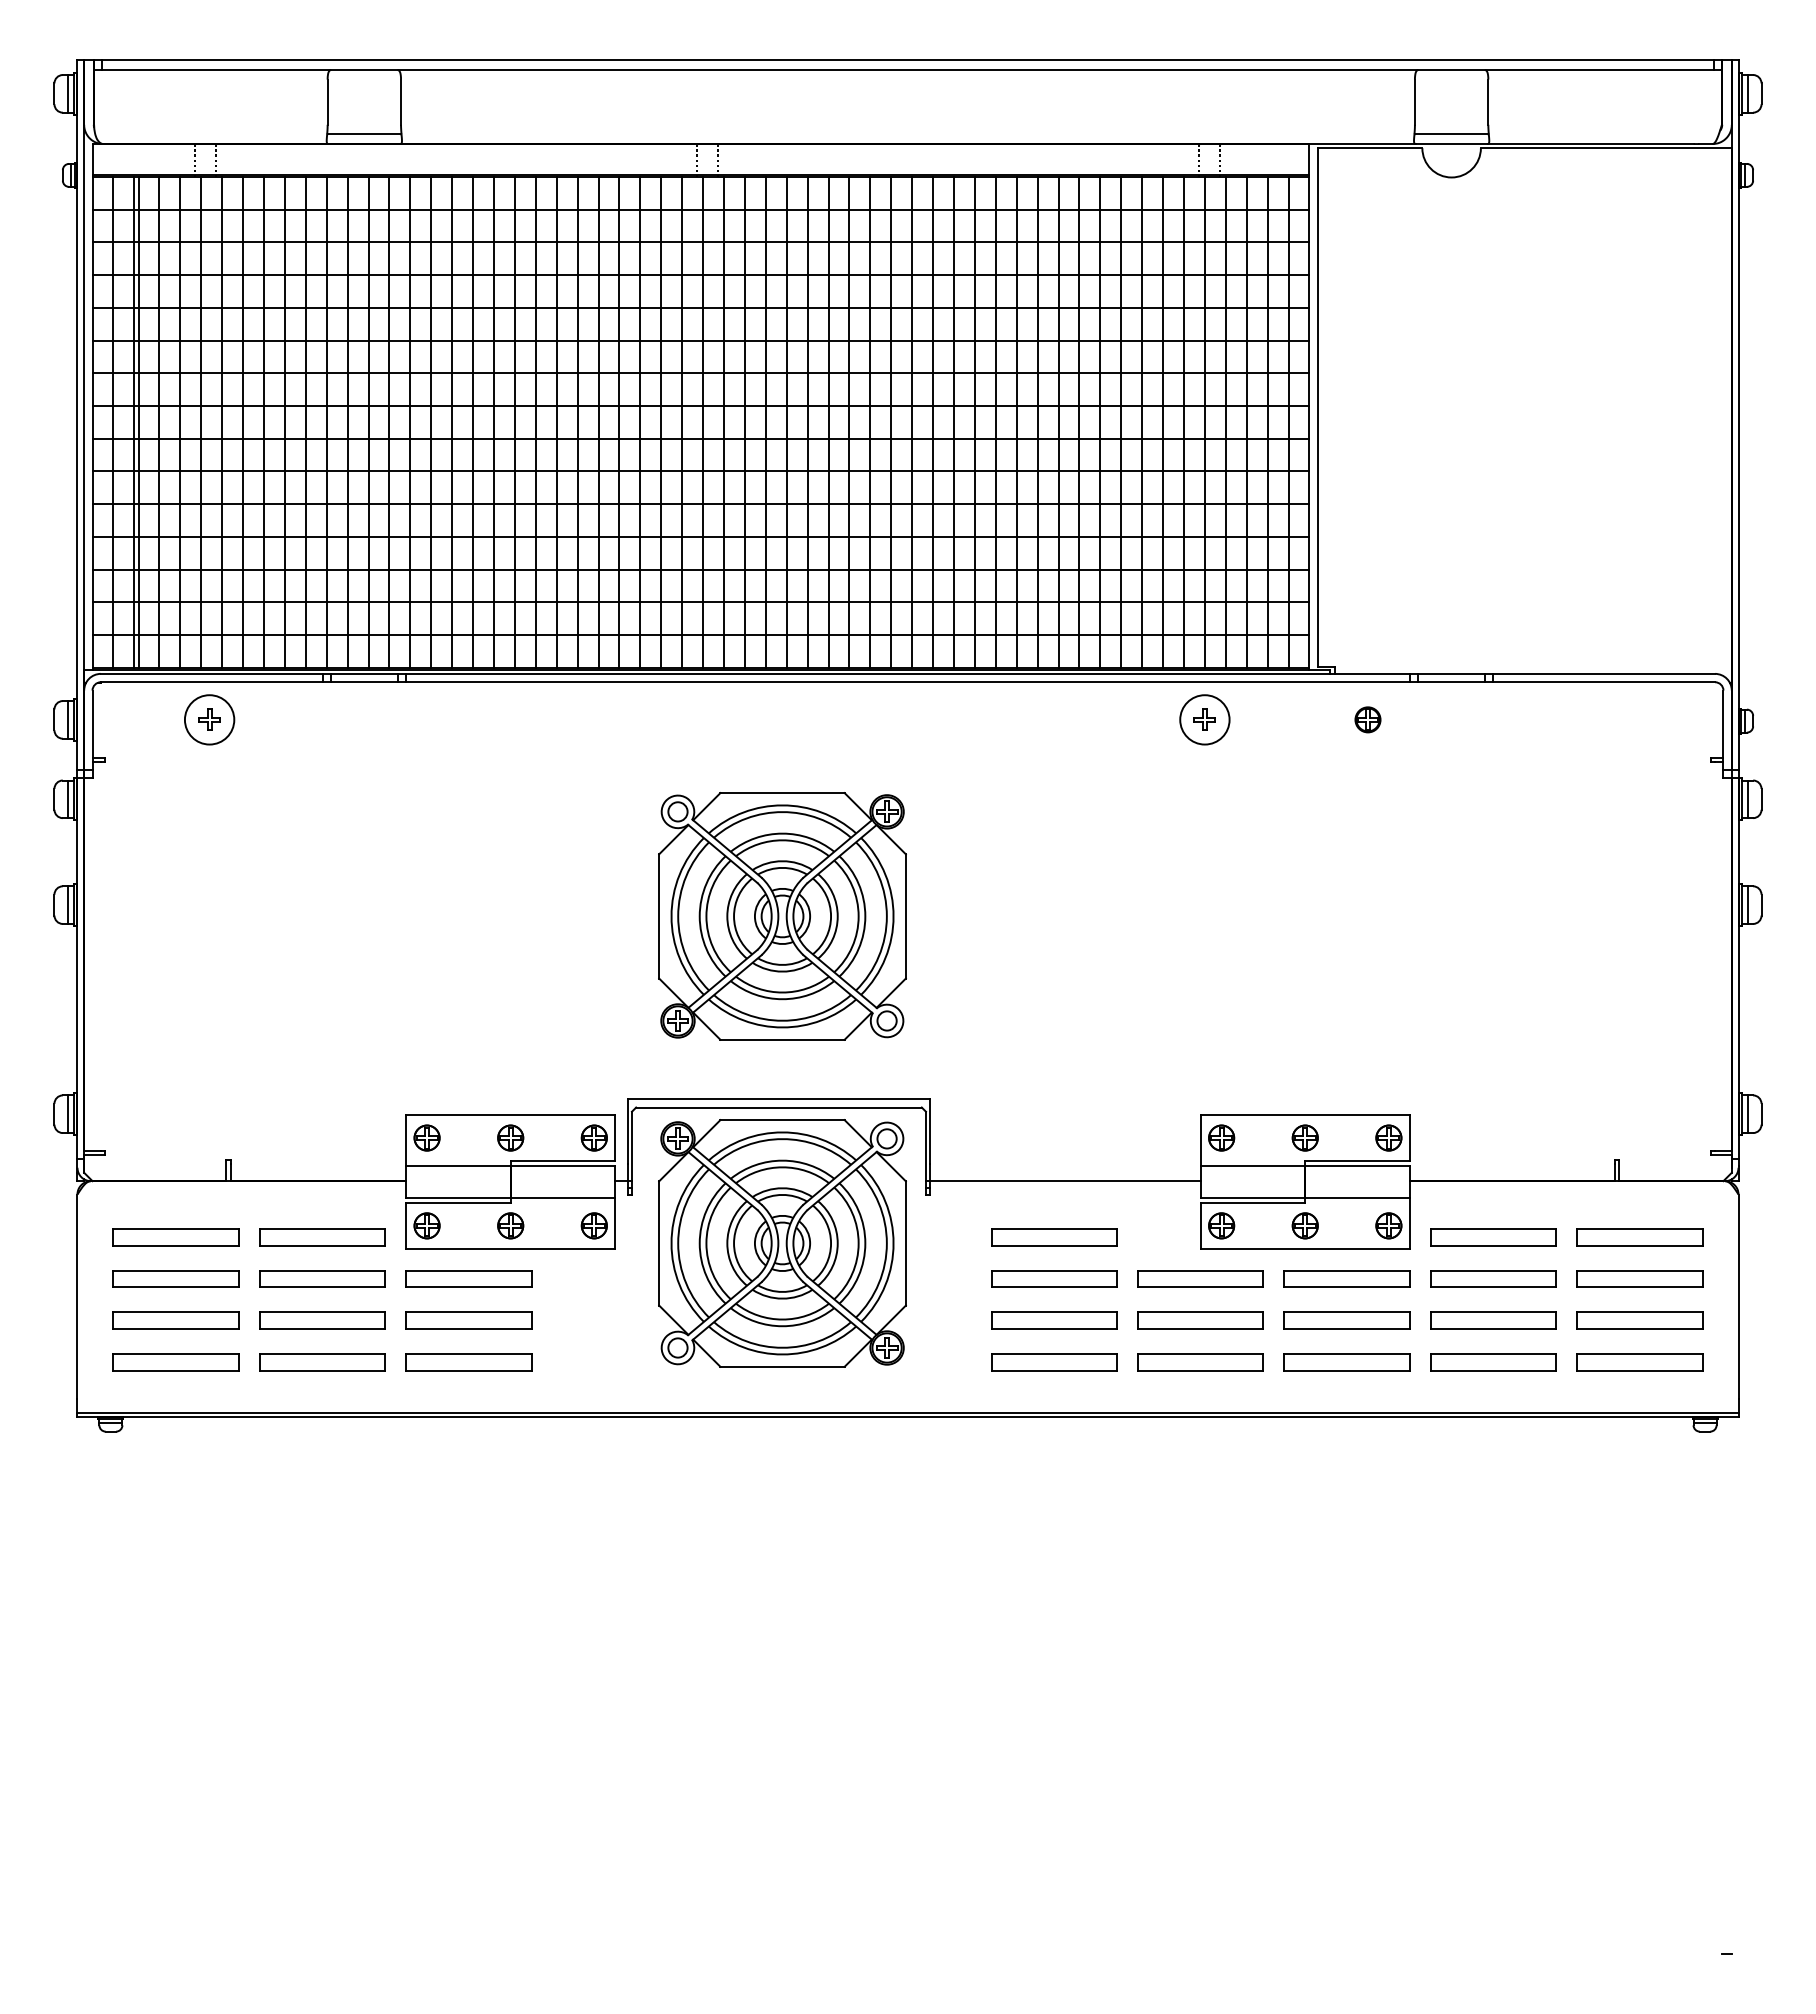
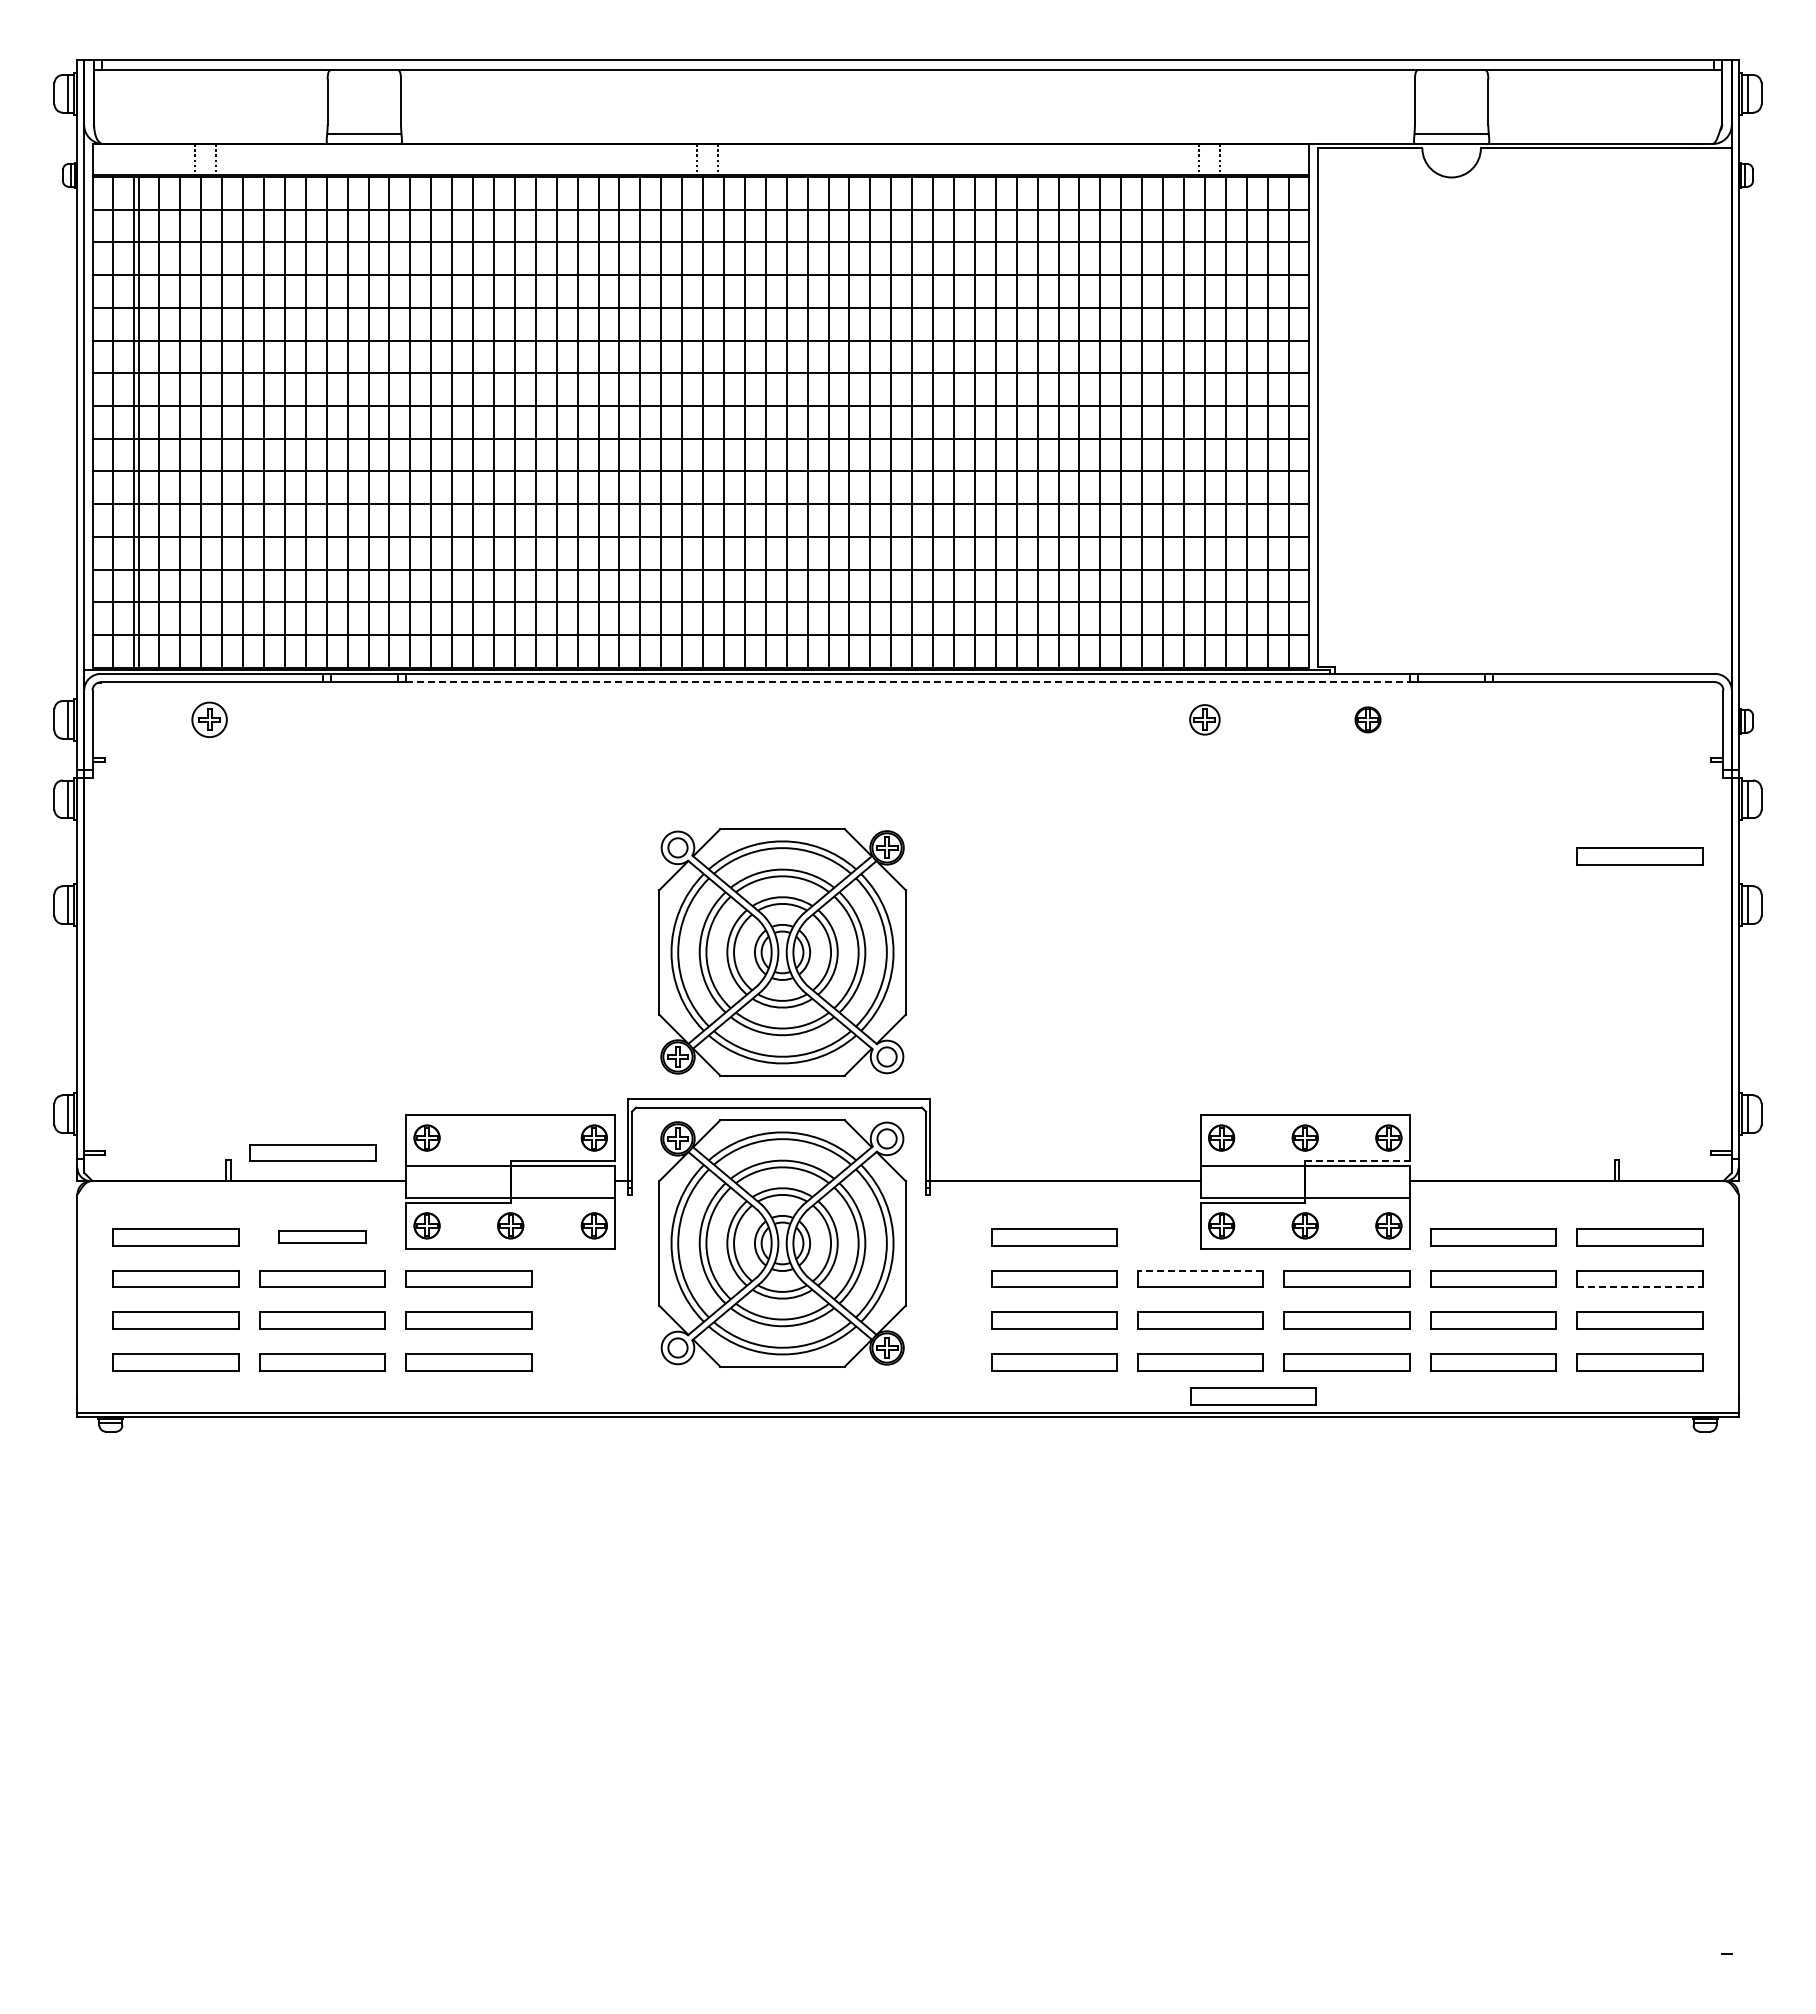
line at (908, 682): solid -> dashed
circle at (209, 719) diameter: 49 px -> 35 px
circle at (1204, 719) diameter: 49 px -> 30 px
part at (1639, 856): none -> present
part at (782, 916) position: (782, 916) -> (782, 952)
part at (510, 1137): present -> none
part at (312, 1152): none -> present
line at (1358, 1161): solid -> dashed
part at (322, 1237) size: 127x19 px -> 89x14 px
line at (1200, 1270): solid -> dashed
line at (1639, 1287): solid -> dashed
part at (1253, 1396): none -> present
